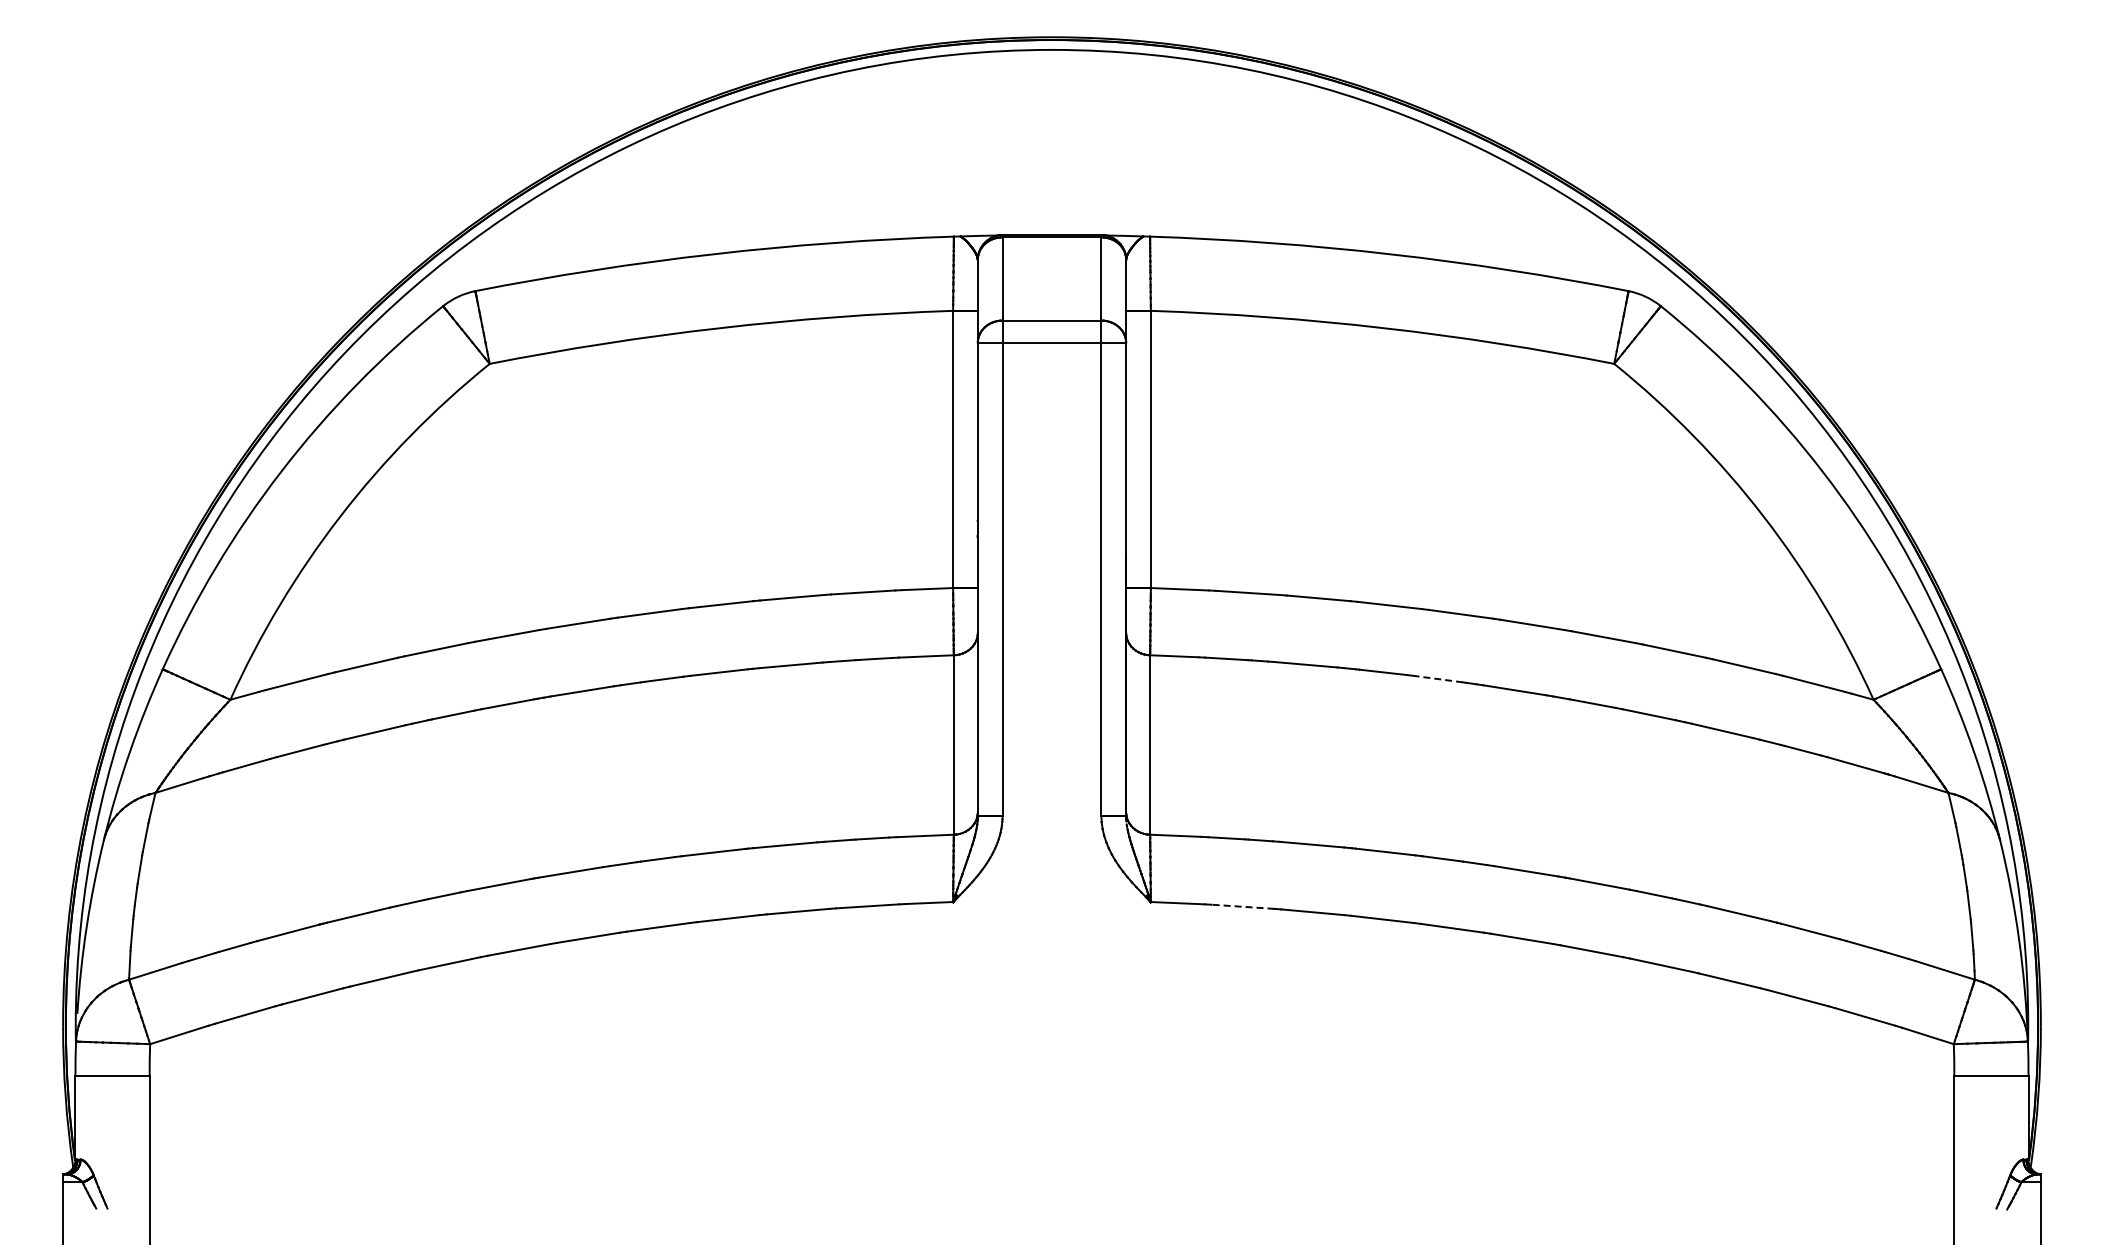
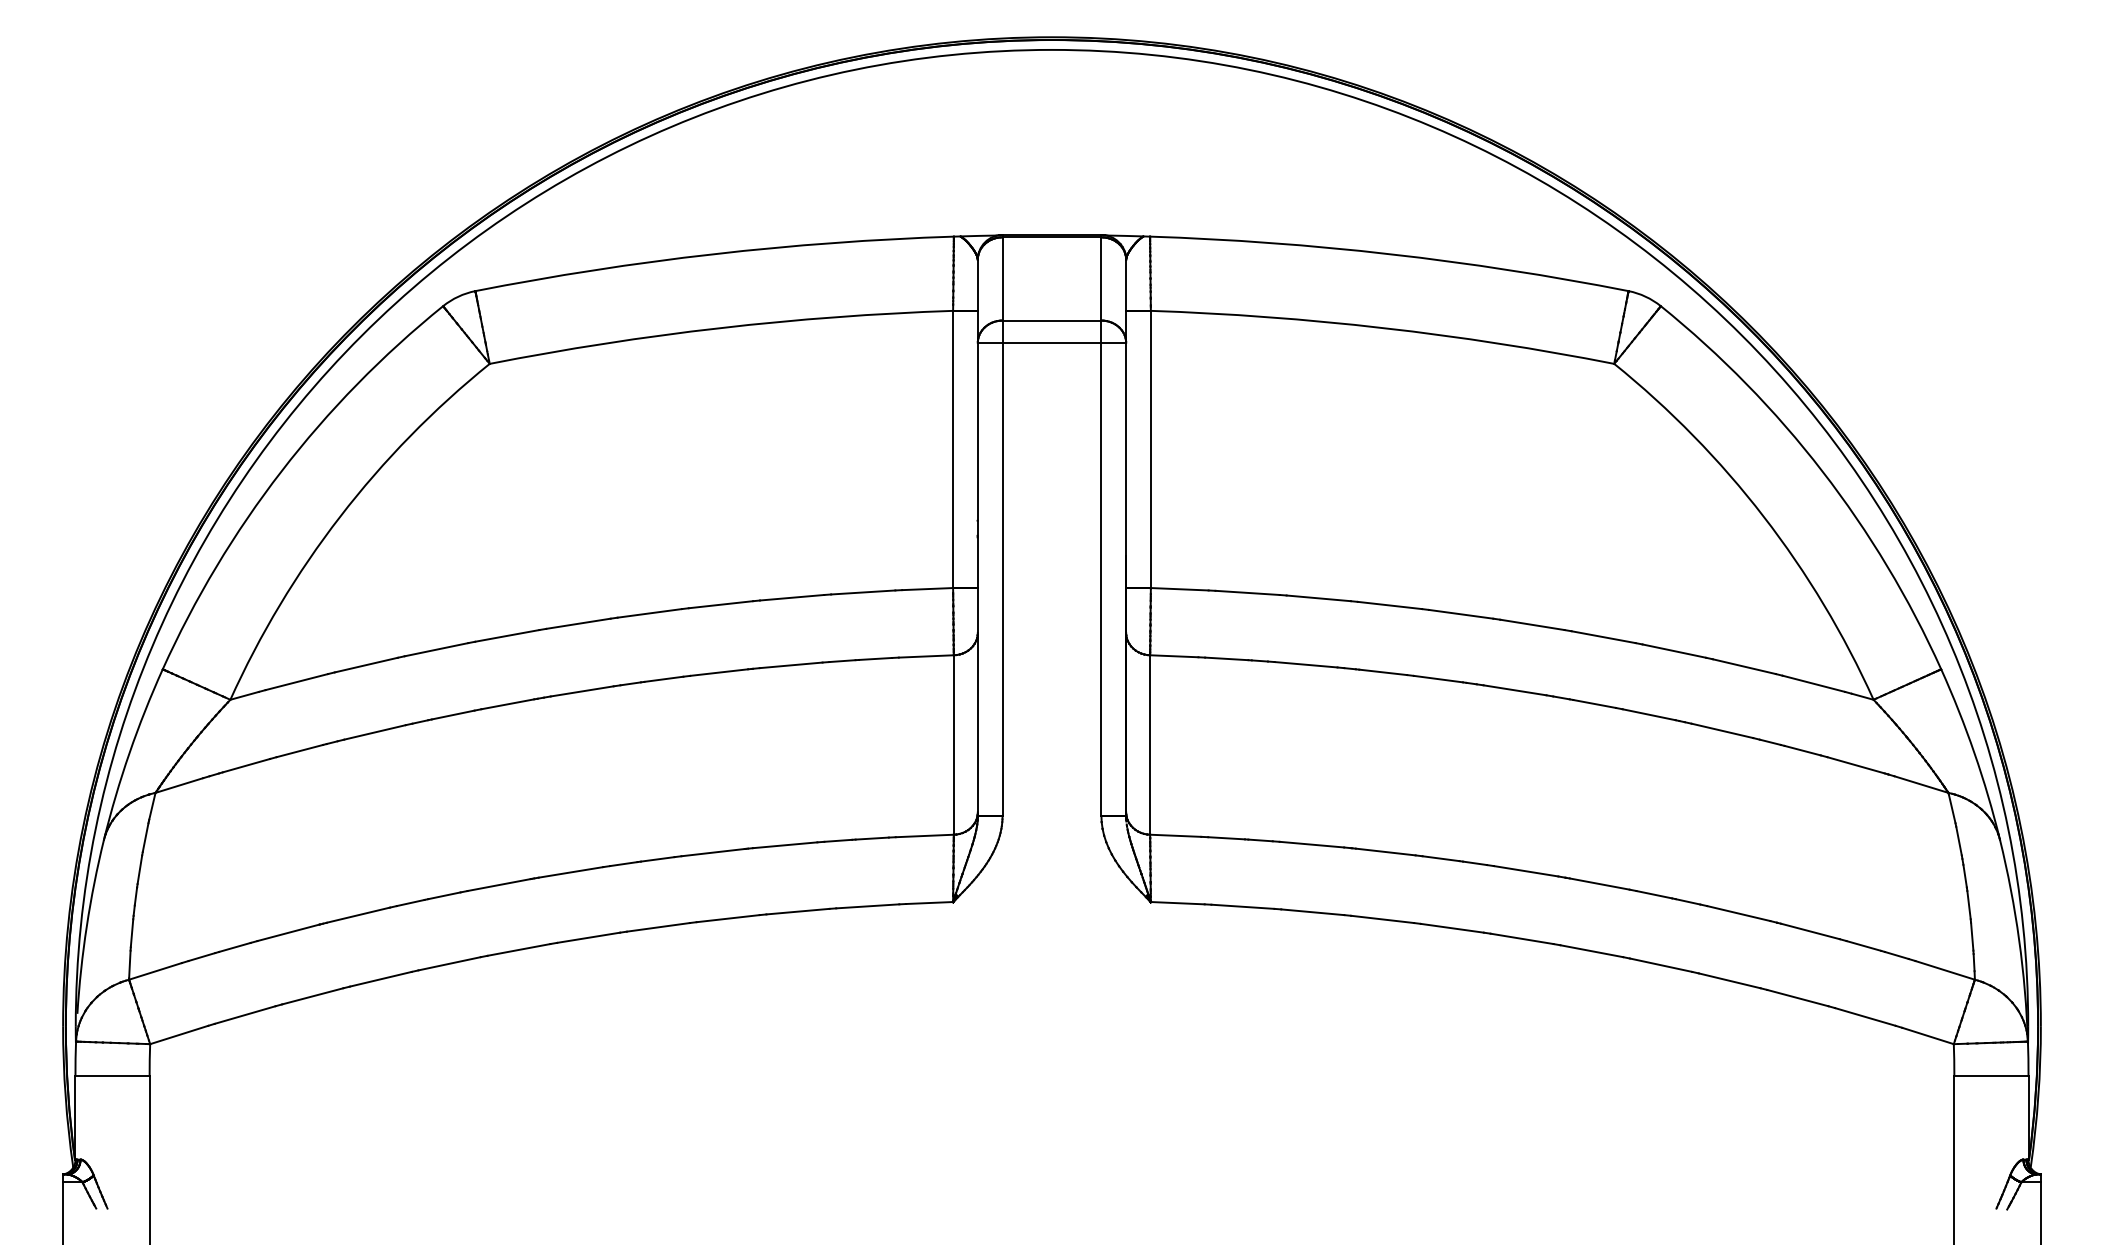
line at (1438, 679): dashed -> solid
line at (1242, 906): dashed -> solid
